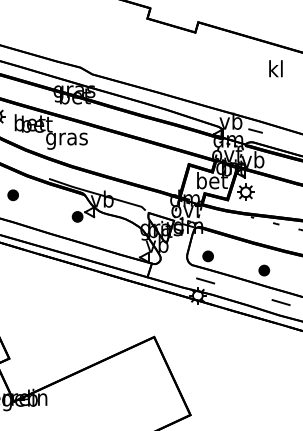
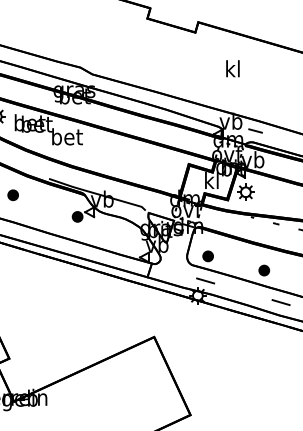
text at (275, 68) position: (275, 68) -> (232, 68)
text at (66, 138): gras -> bet
text at (212, 180): bet -> kl
